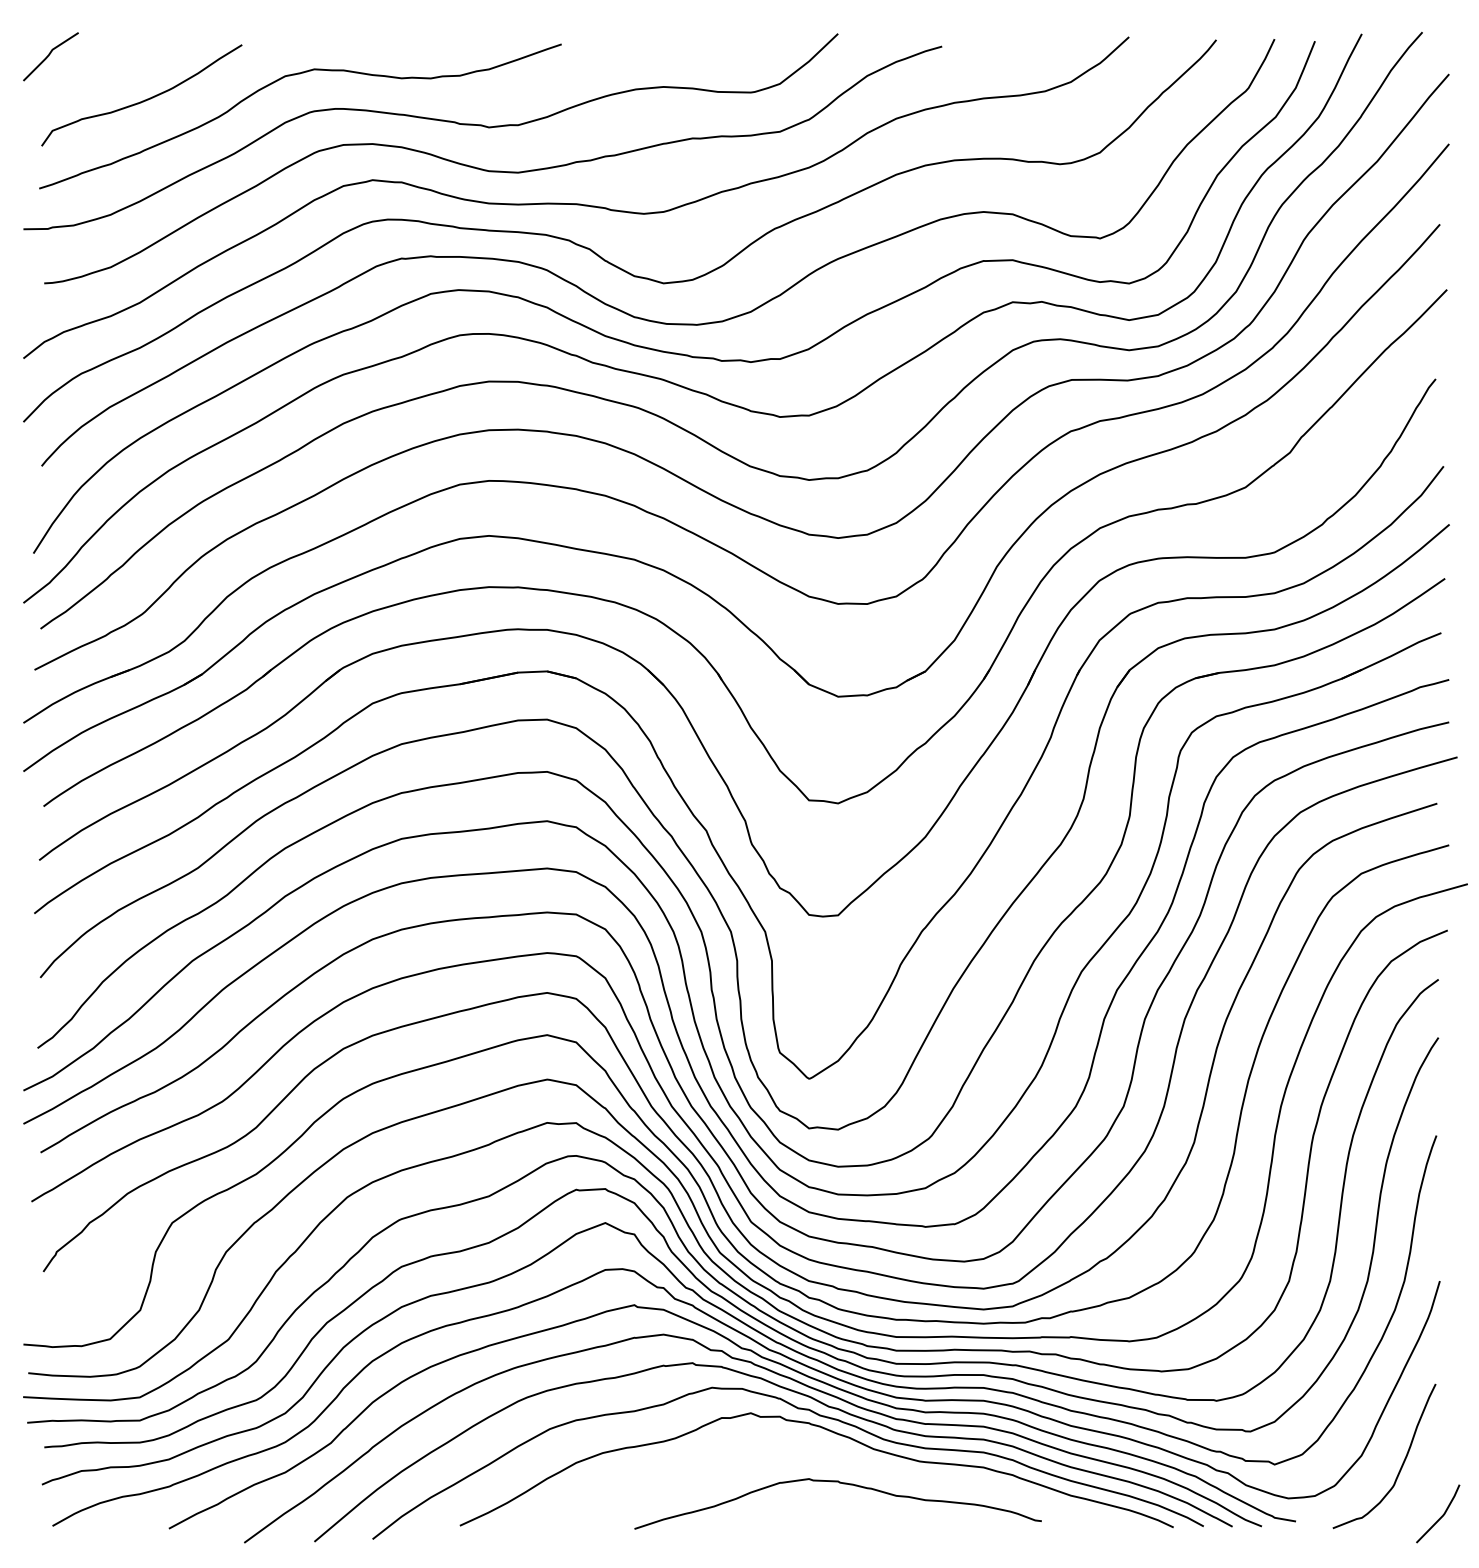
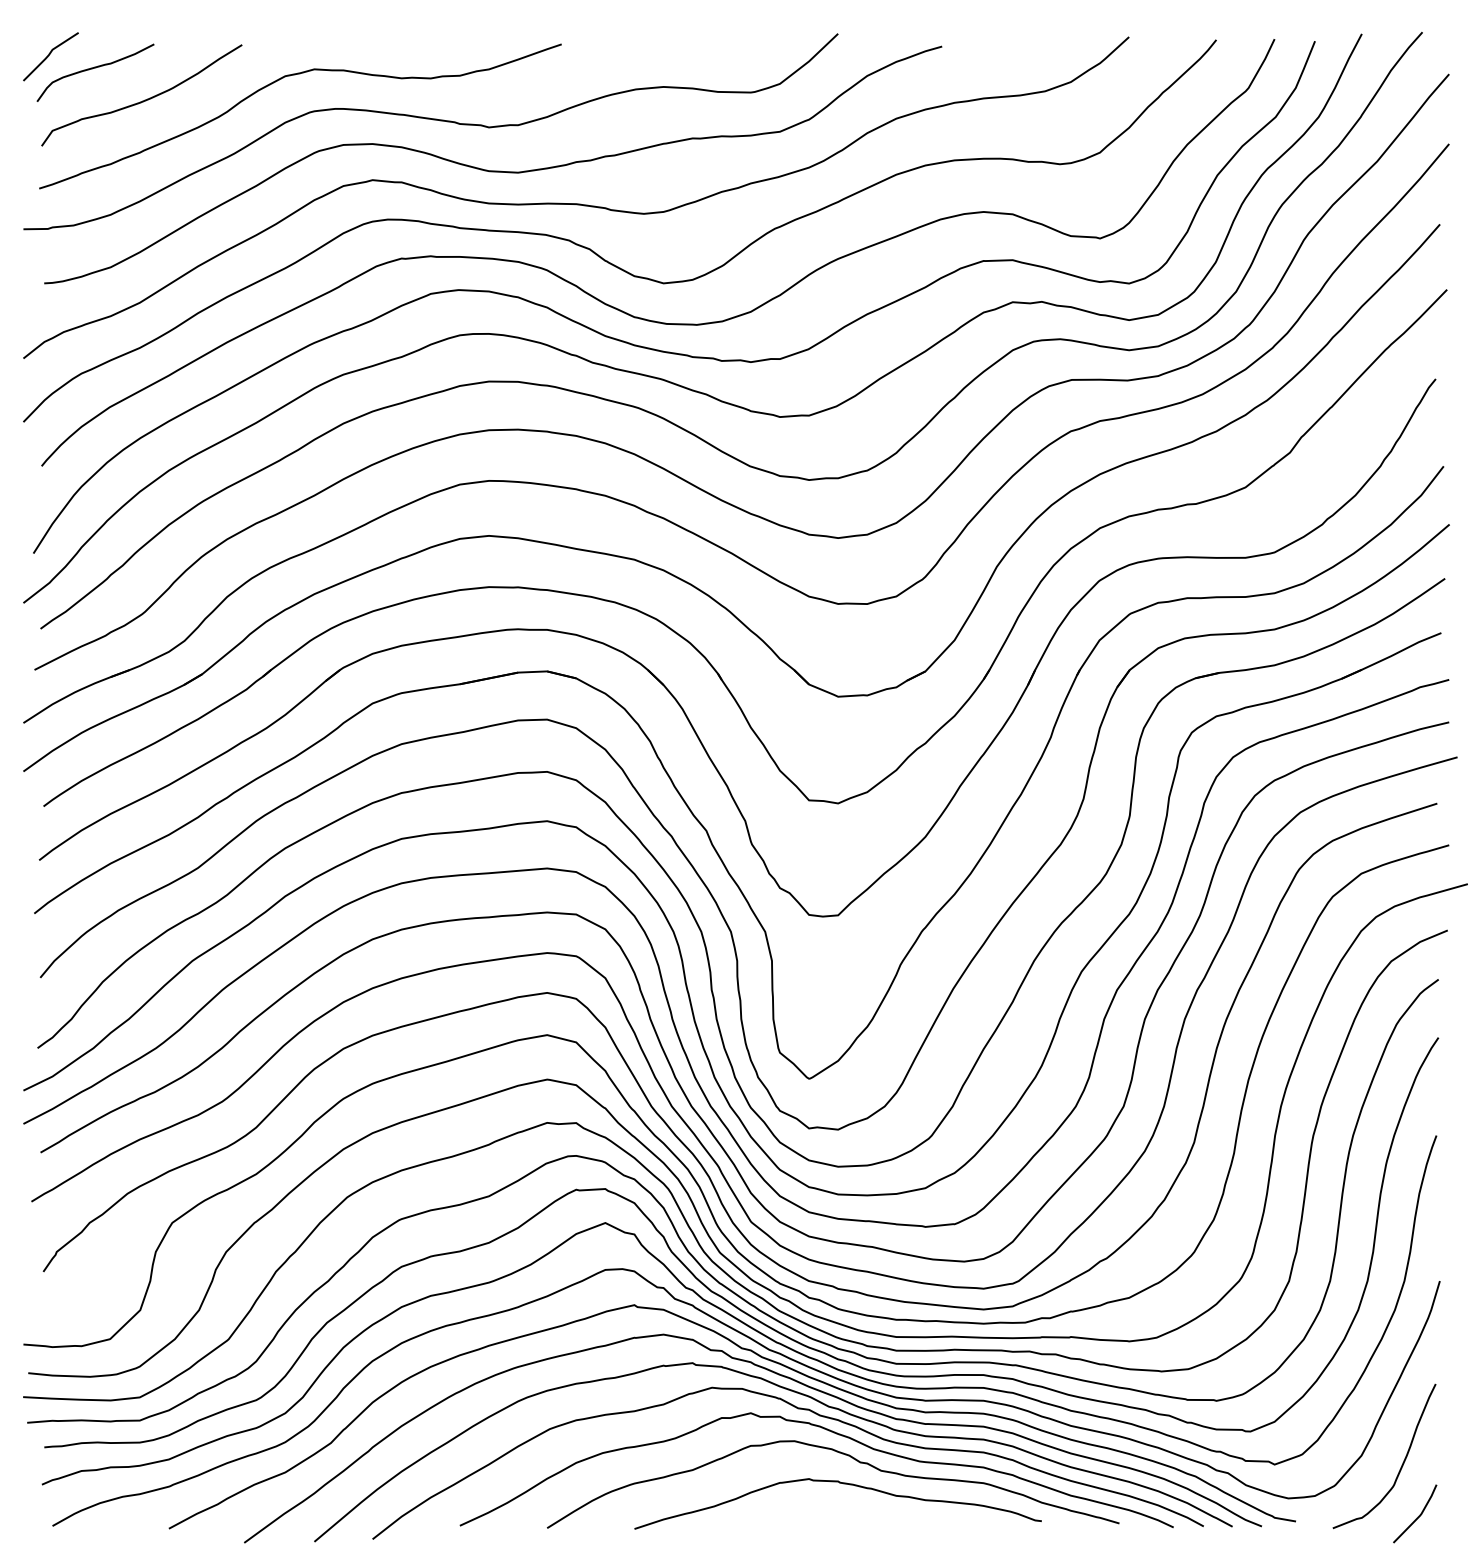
curve at (95, 68): none -> present
curve at (842, 1454): none -> present
line at (1441, 1515) position: (1441, 1515) -> (1418, 1515)
